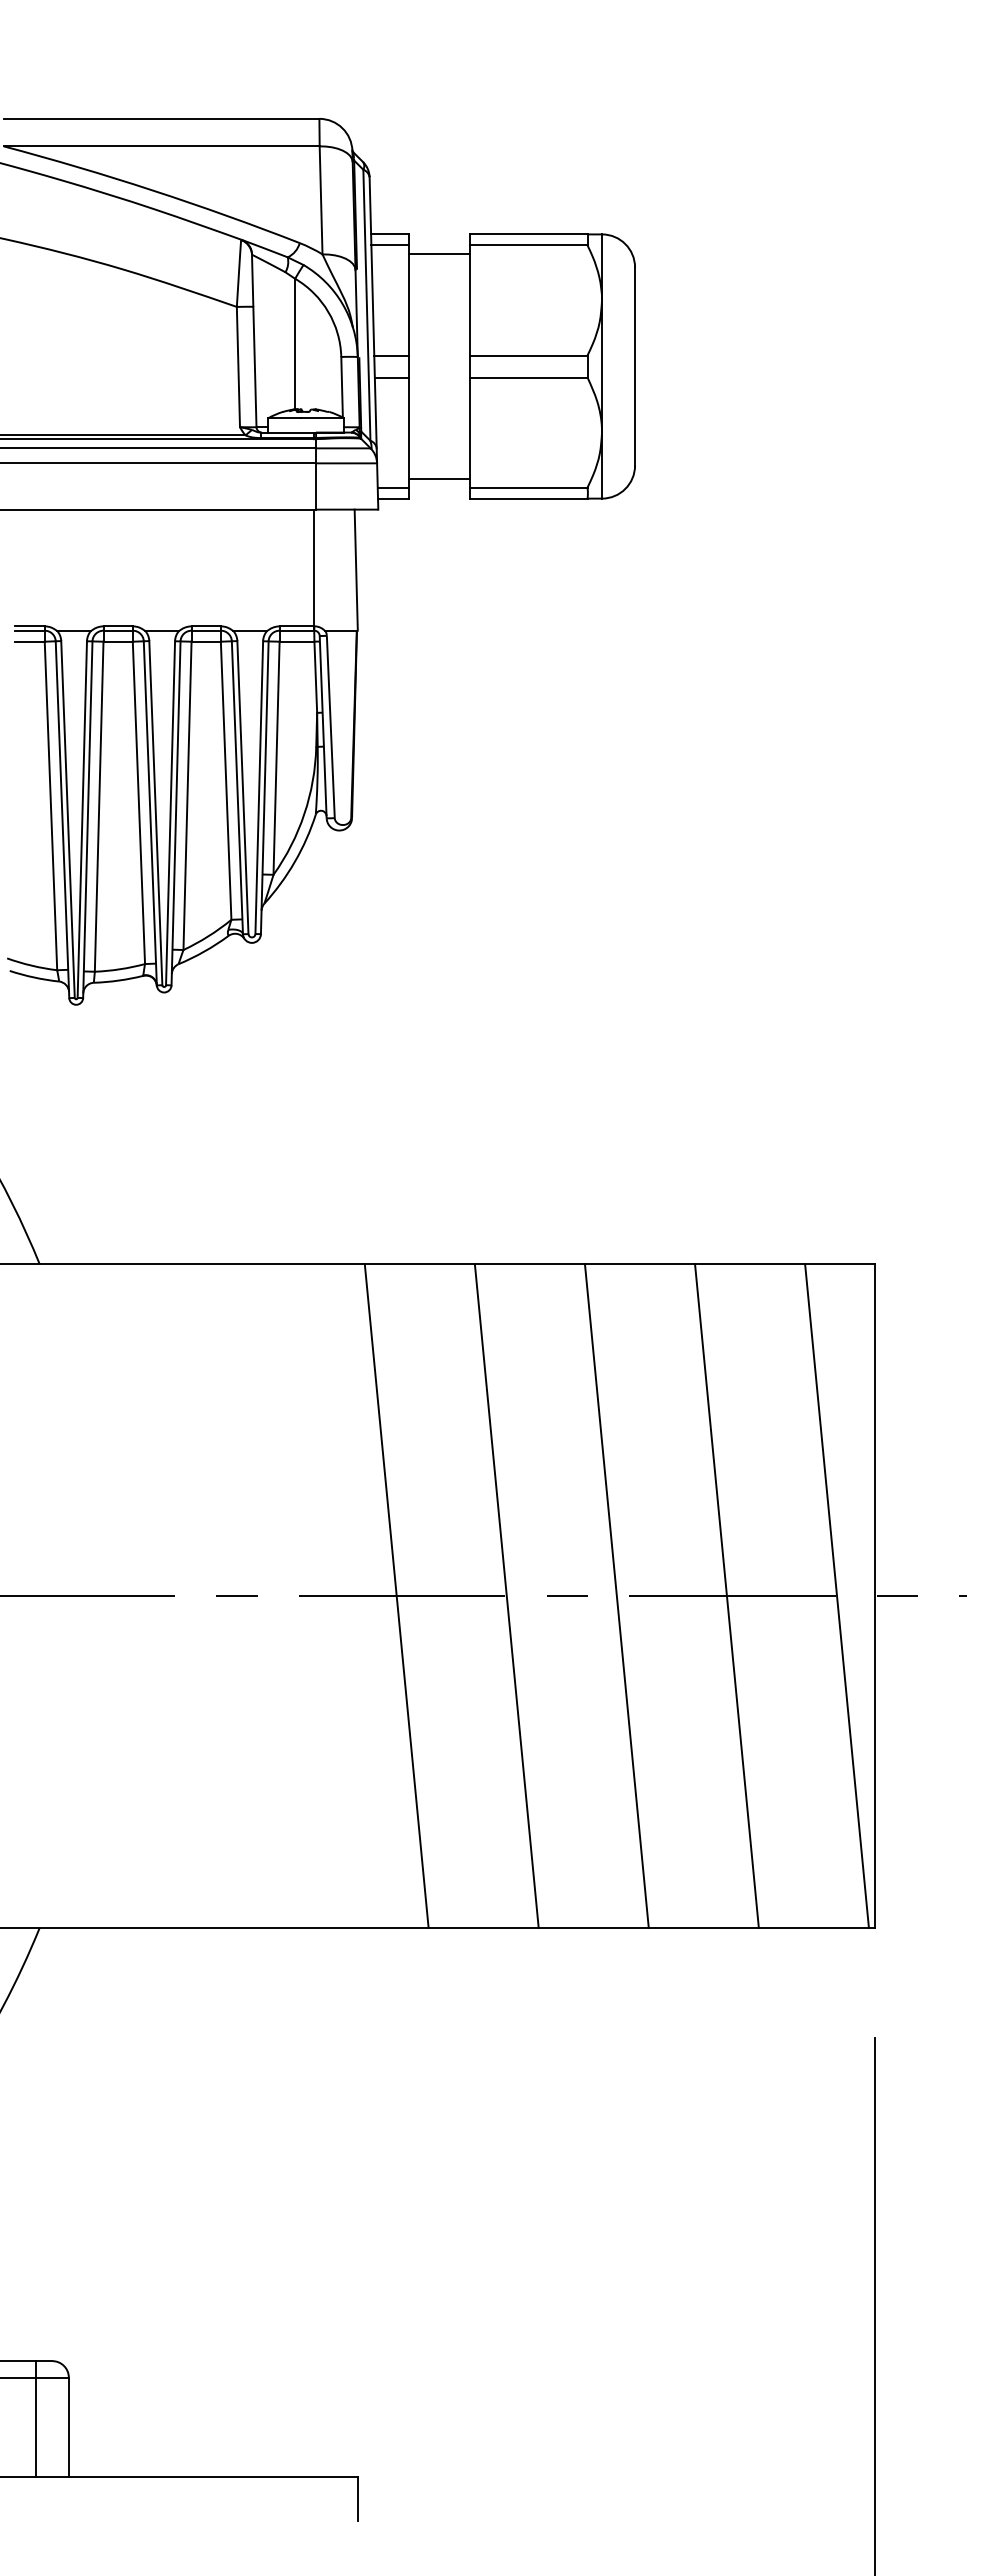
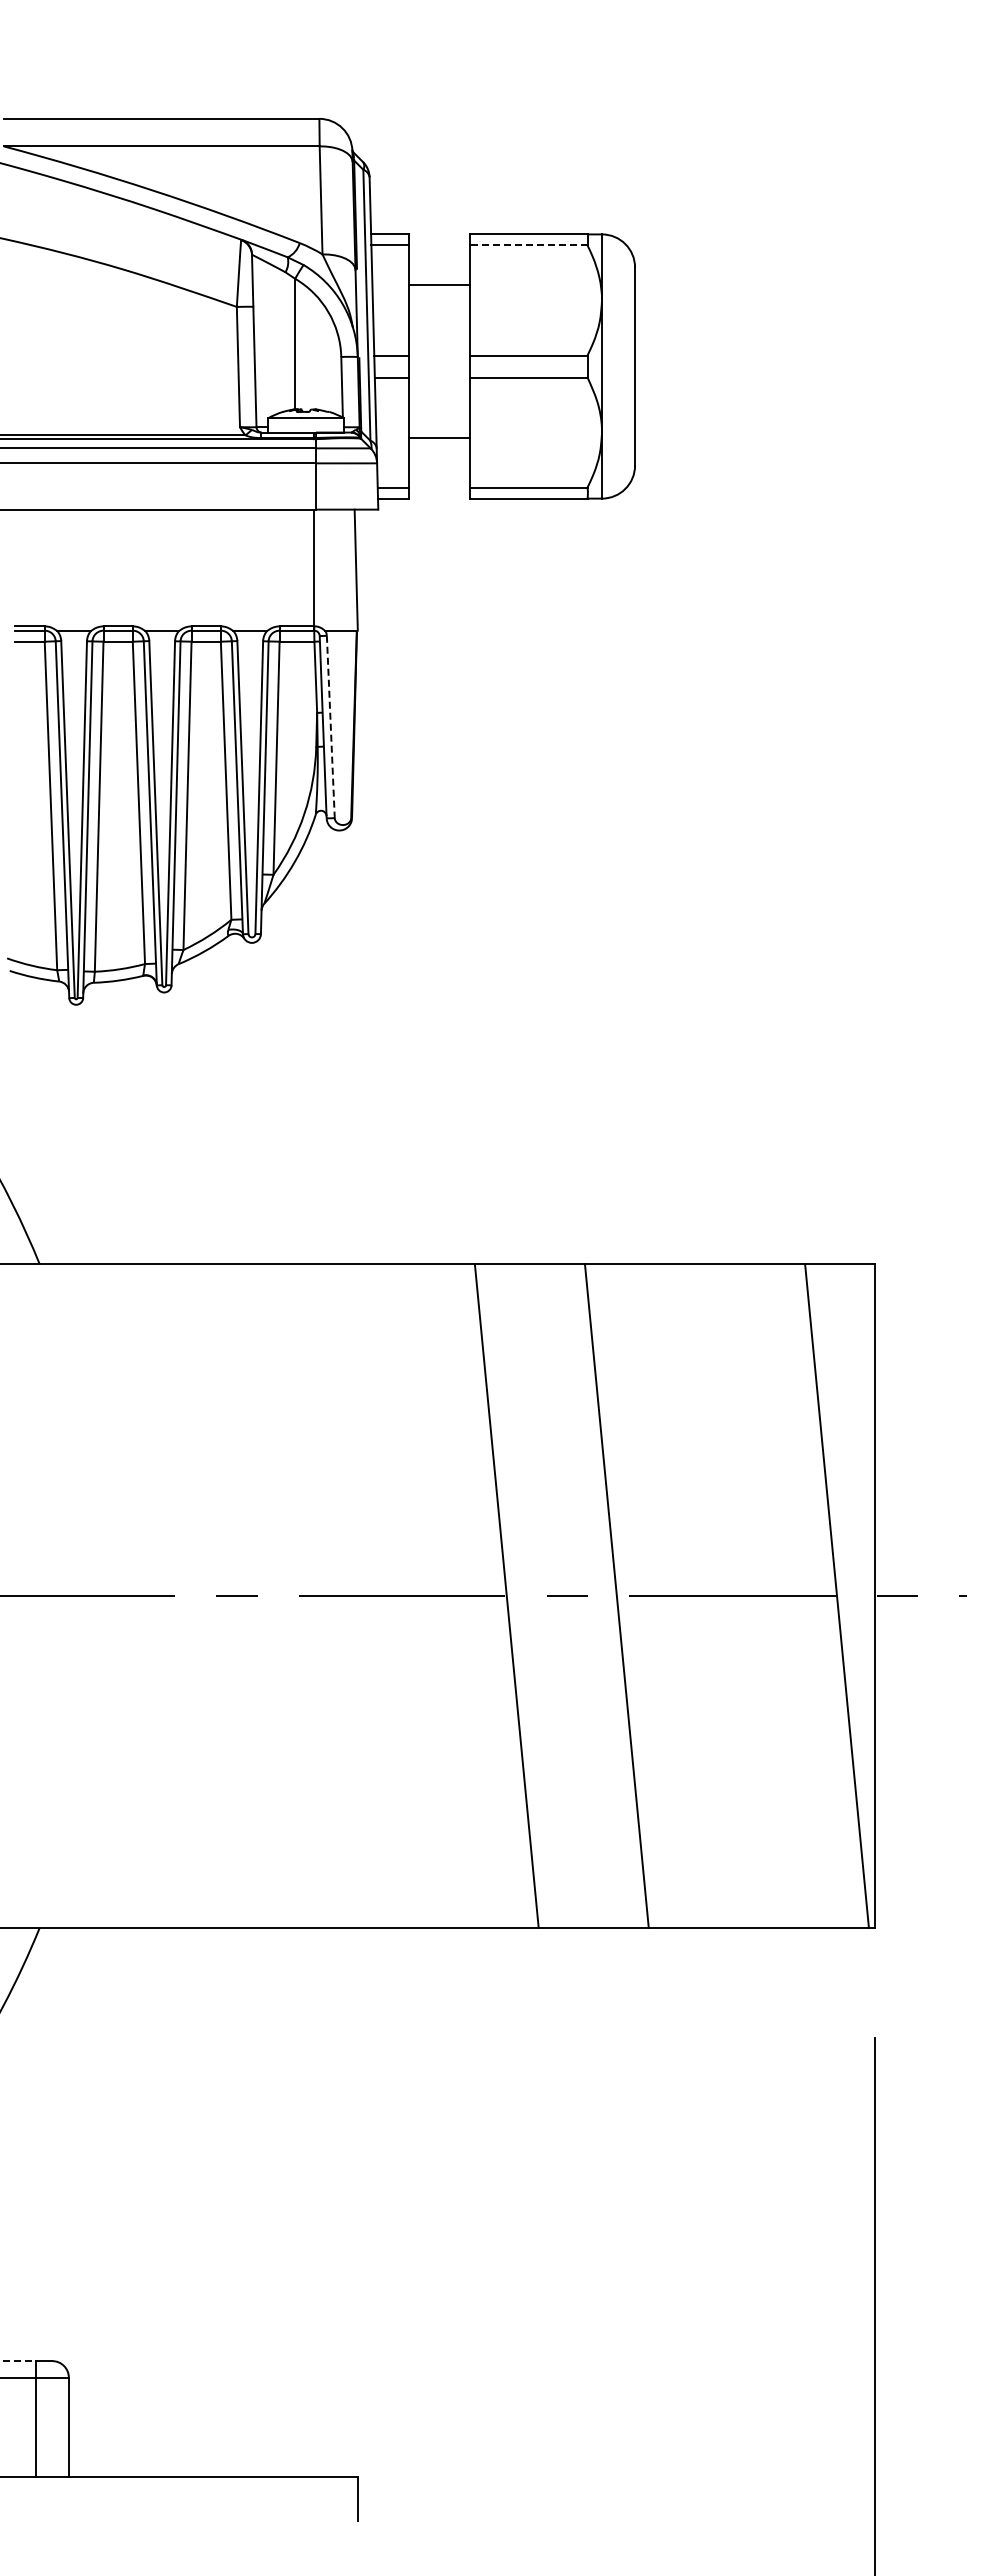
line at (528, 245): solid -> dashed
line at (439, 253) position: (439, 253) -> (439, 284)
line at (439, 479) position: (439, 479) -> (439, 438)
line at (330, 727): solid -> dashed
line at (396, 1595): present -> none
line at (726, 1595): present -> none
line at (18, 2361): solid -> dashed
